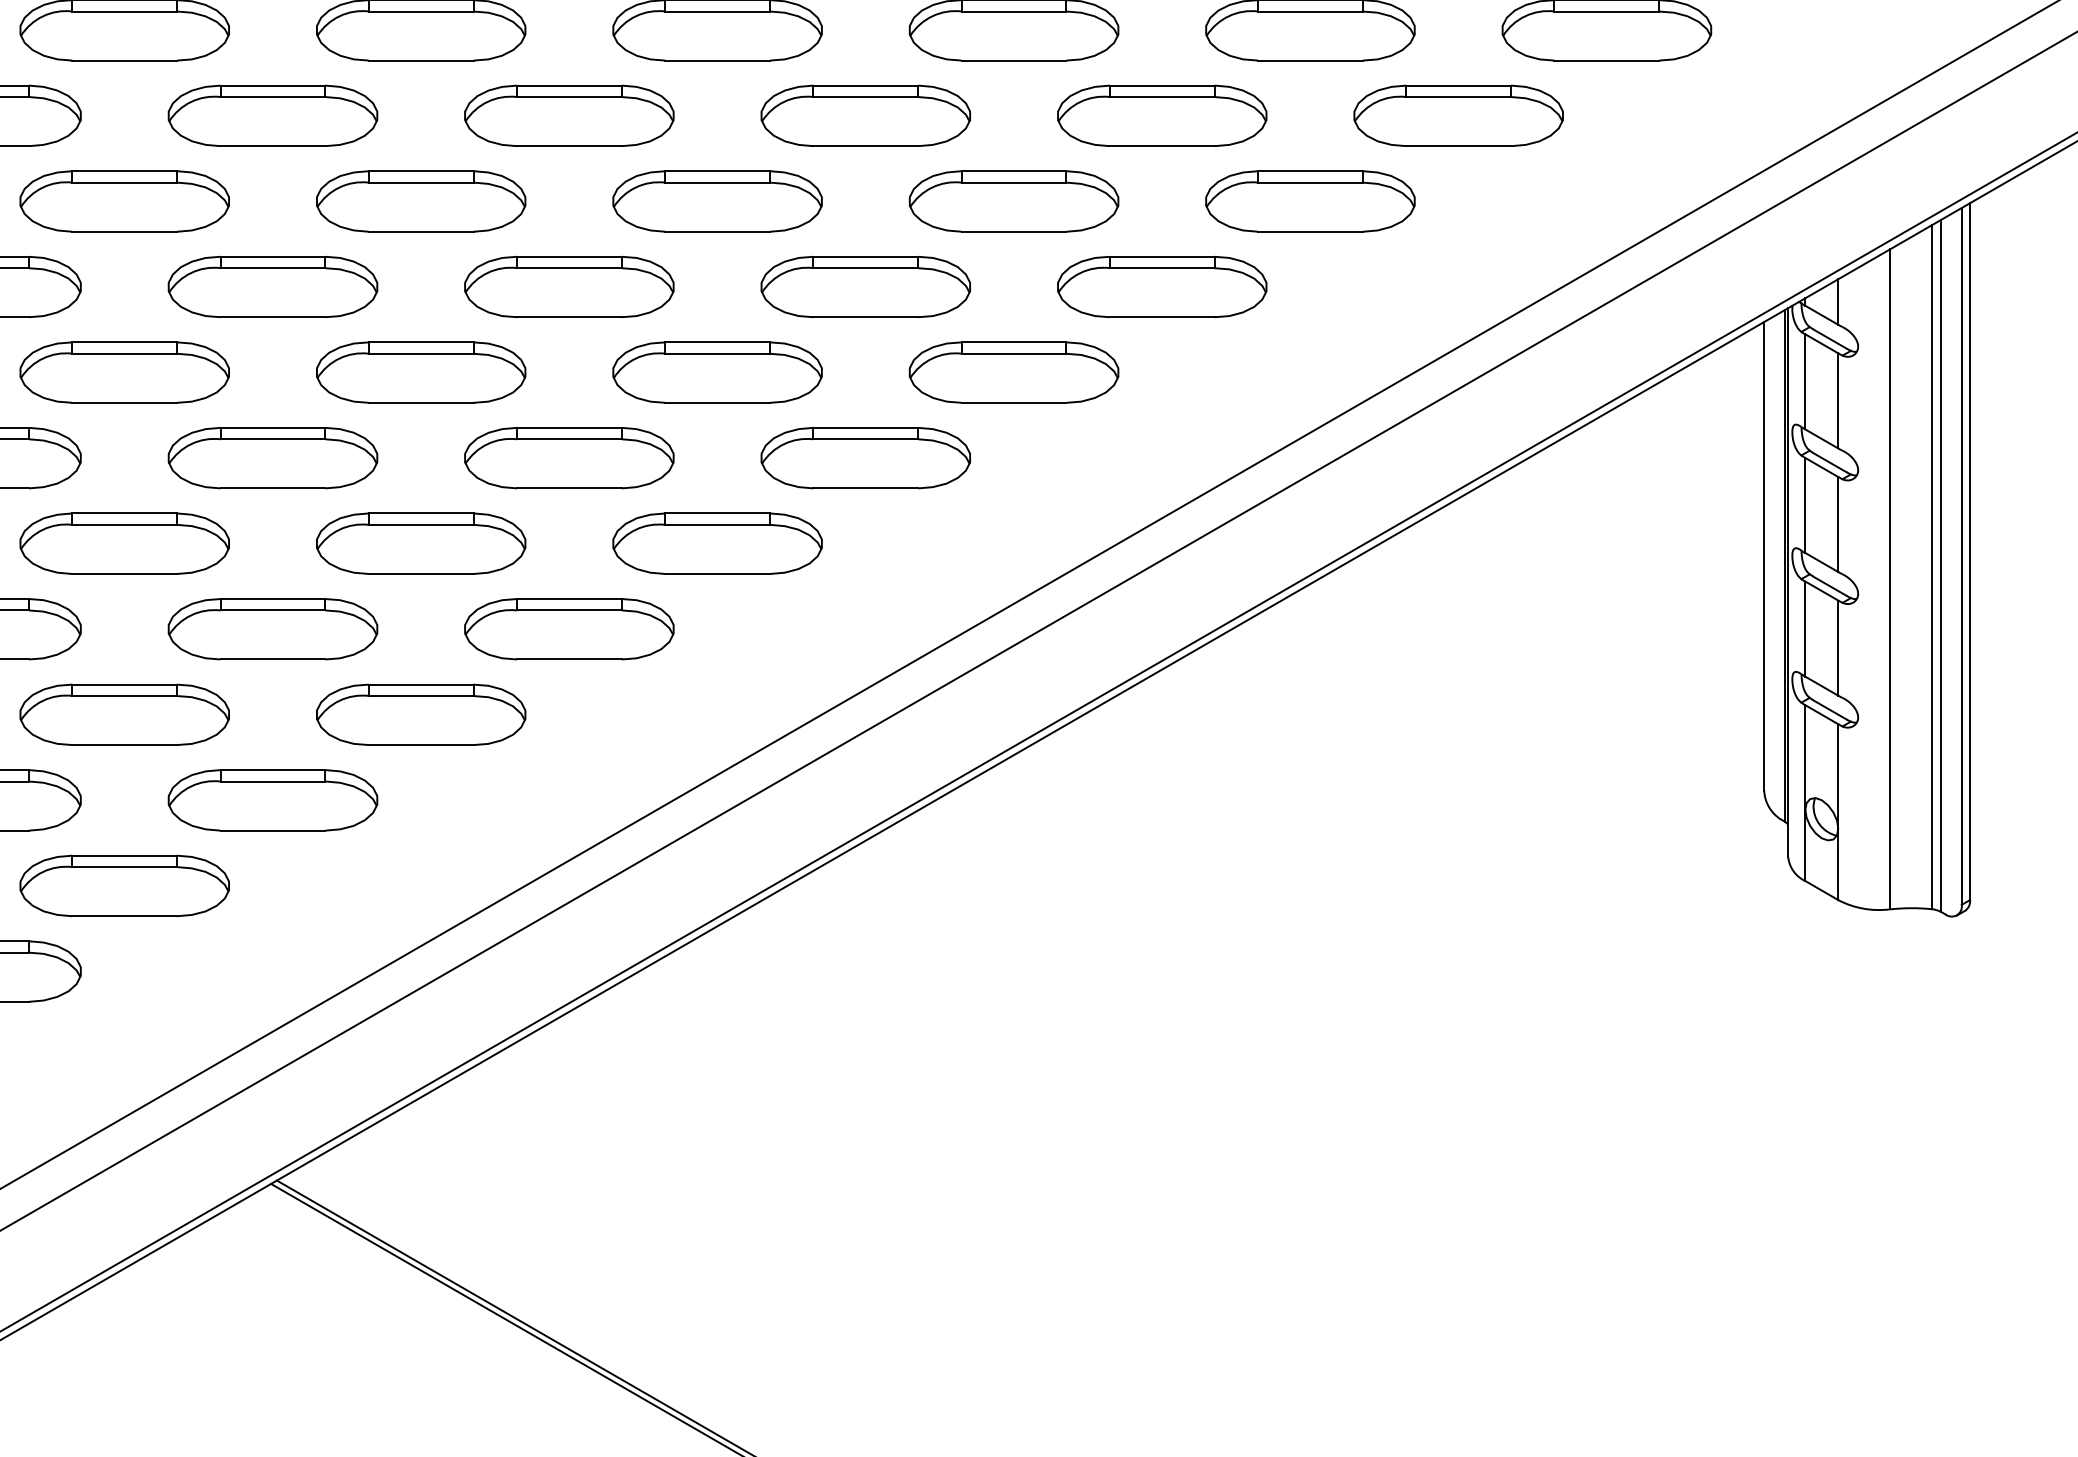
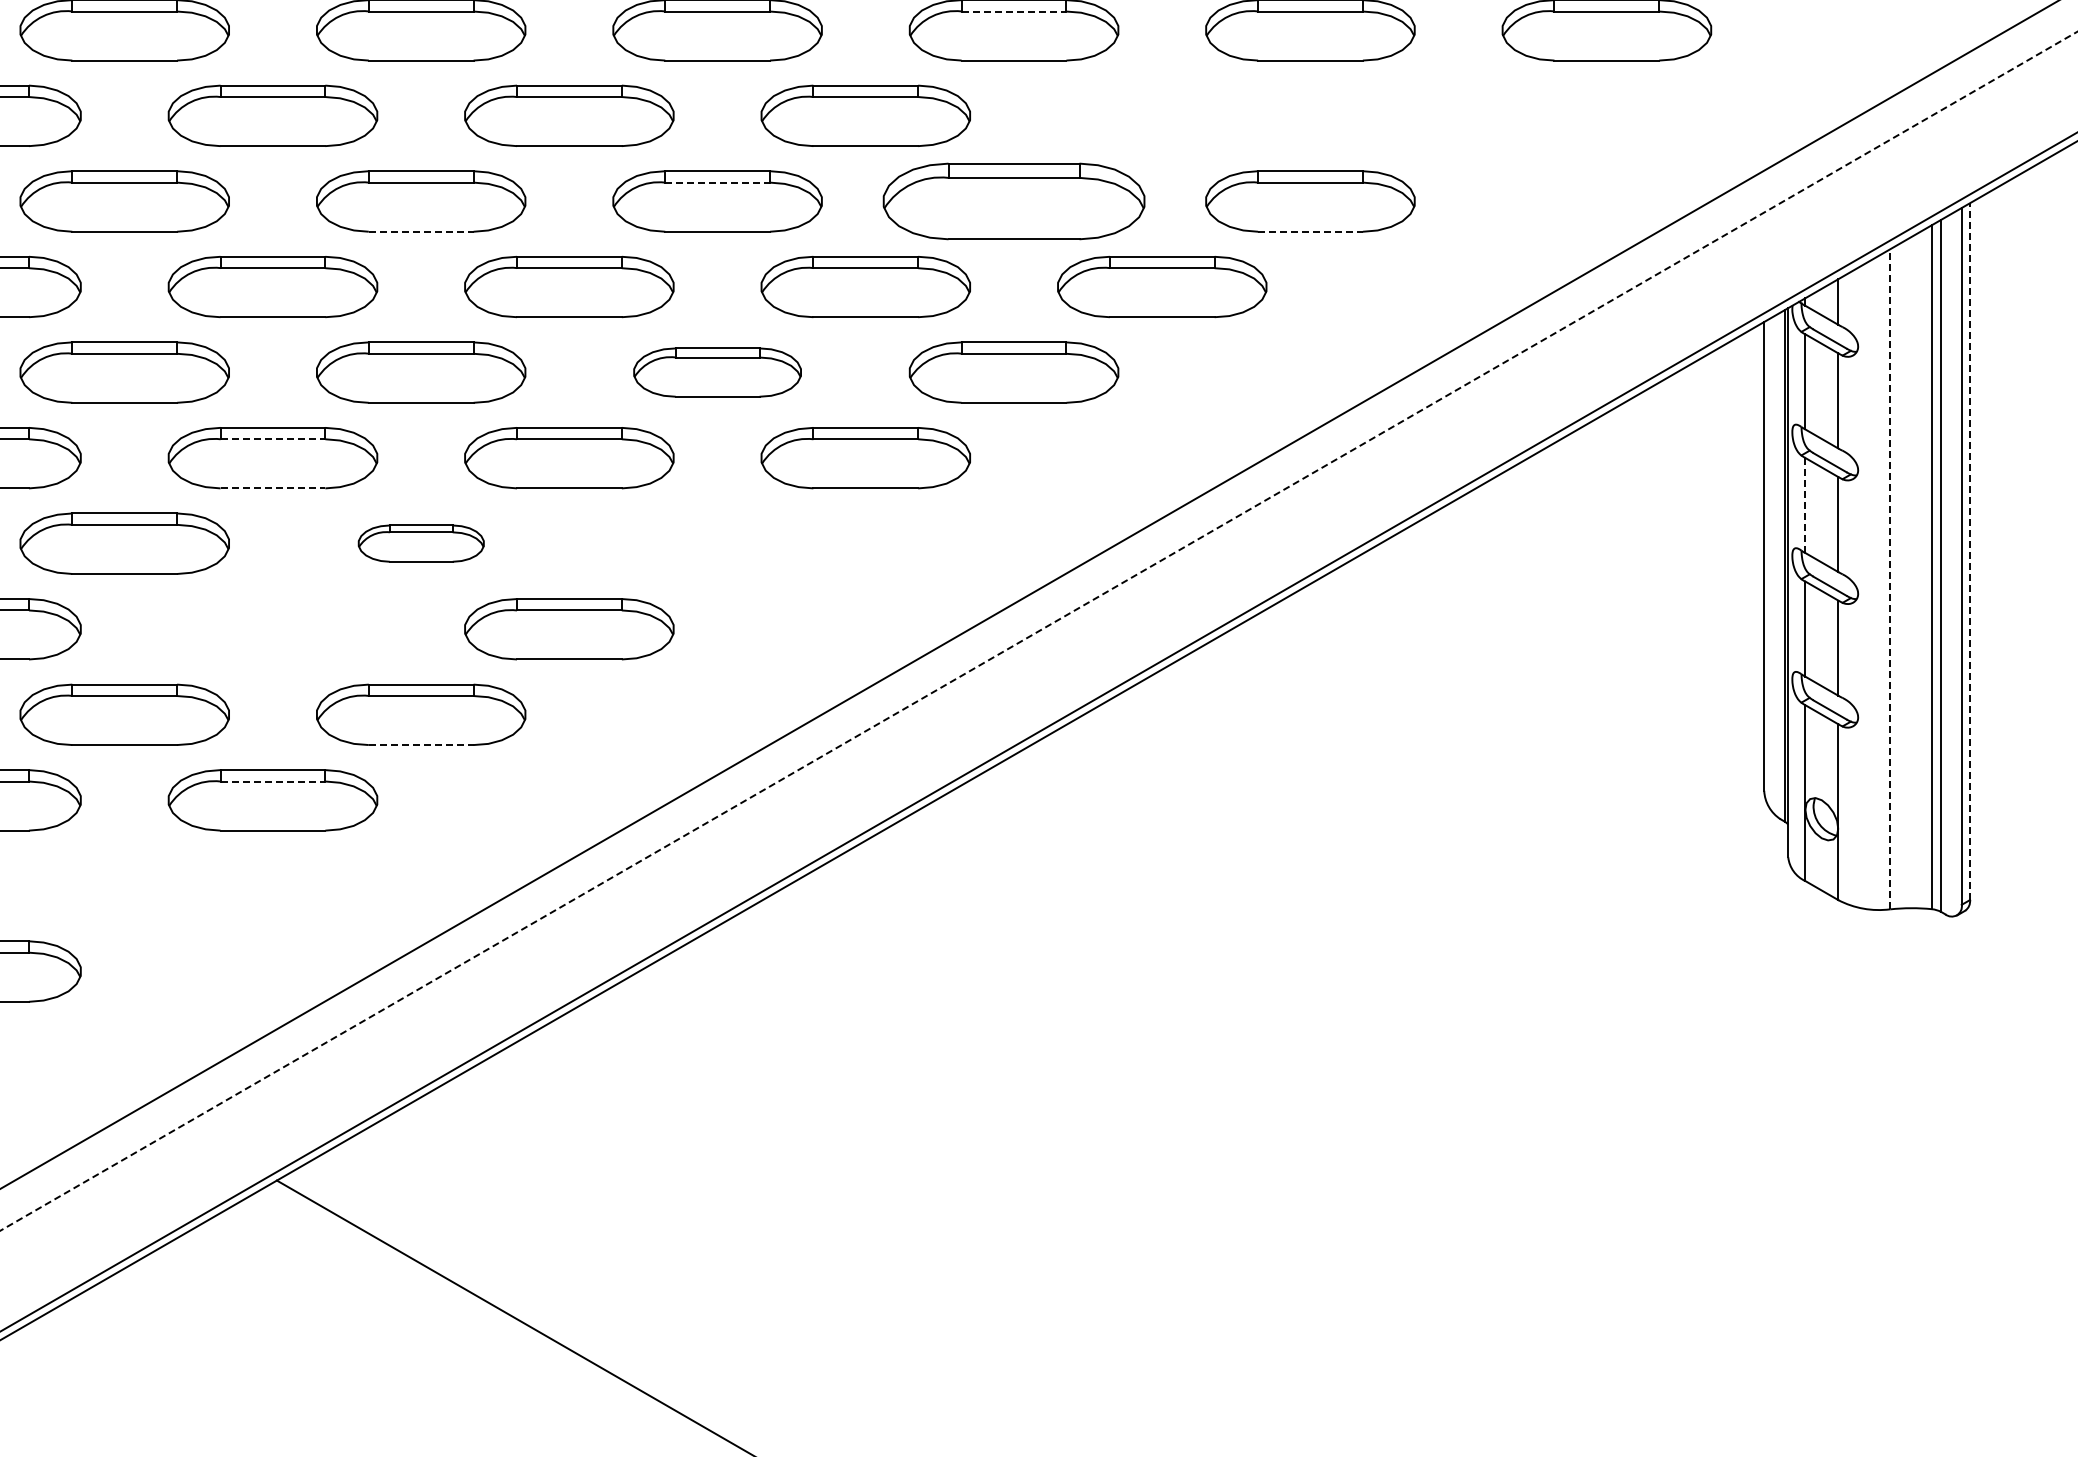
line at (1014, 11): solid -> dashed
part at (1162, 115): present -> none
part at (1458, 115): present -> none
line at (718, 182): solid -> dashed
part at (1013, 201) size: 212x63 px -> 264x79 px
line at (421, 231): solid -> dashed
line at (1311, 231): solid -> dashed
part at (717, 372) size: 211x63 px -> 169x51 px
line at (273, 439): solid -> dashed
line at (273, 488): solid -> dashed
line at (1805, 505): solid -> dashed
part at (421, 543) size: 211x63 px -> 128x39 px
part at (717, 543): present -> none
line at (1970, 551): solid -> dashed
line at (1890, 578): solid -> dashed
part at (272, 629): present -> none
line at (1038, 631): solid -> dashed
line at (421, 745): solid -> dashed
line at (273, 781): solid -> dashed
part at (124, 885): present -> none
line at (504, 1318): present -> none
